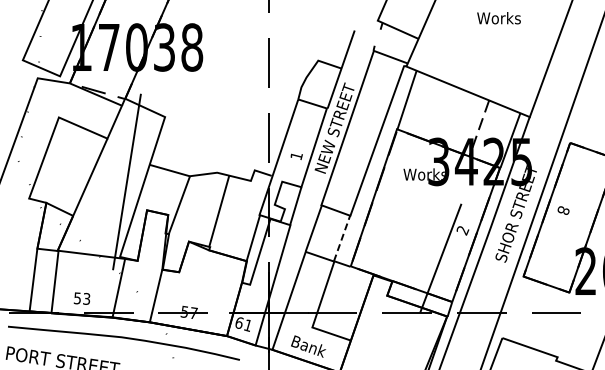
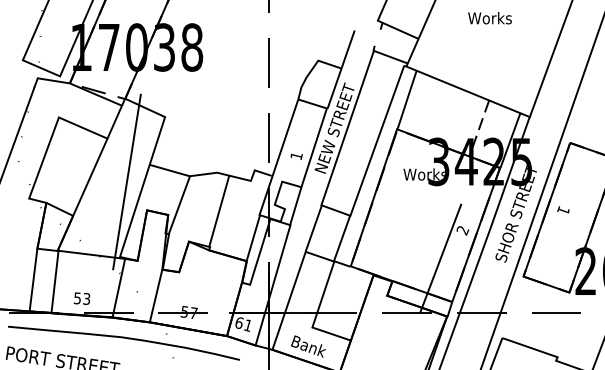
text at (498, 18) position: (498, 18) -> (489, 18)
text at (563, 210): 8 -> 1
line at (342, 238): dashed -> solid
